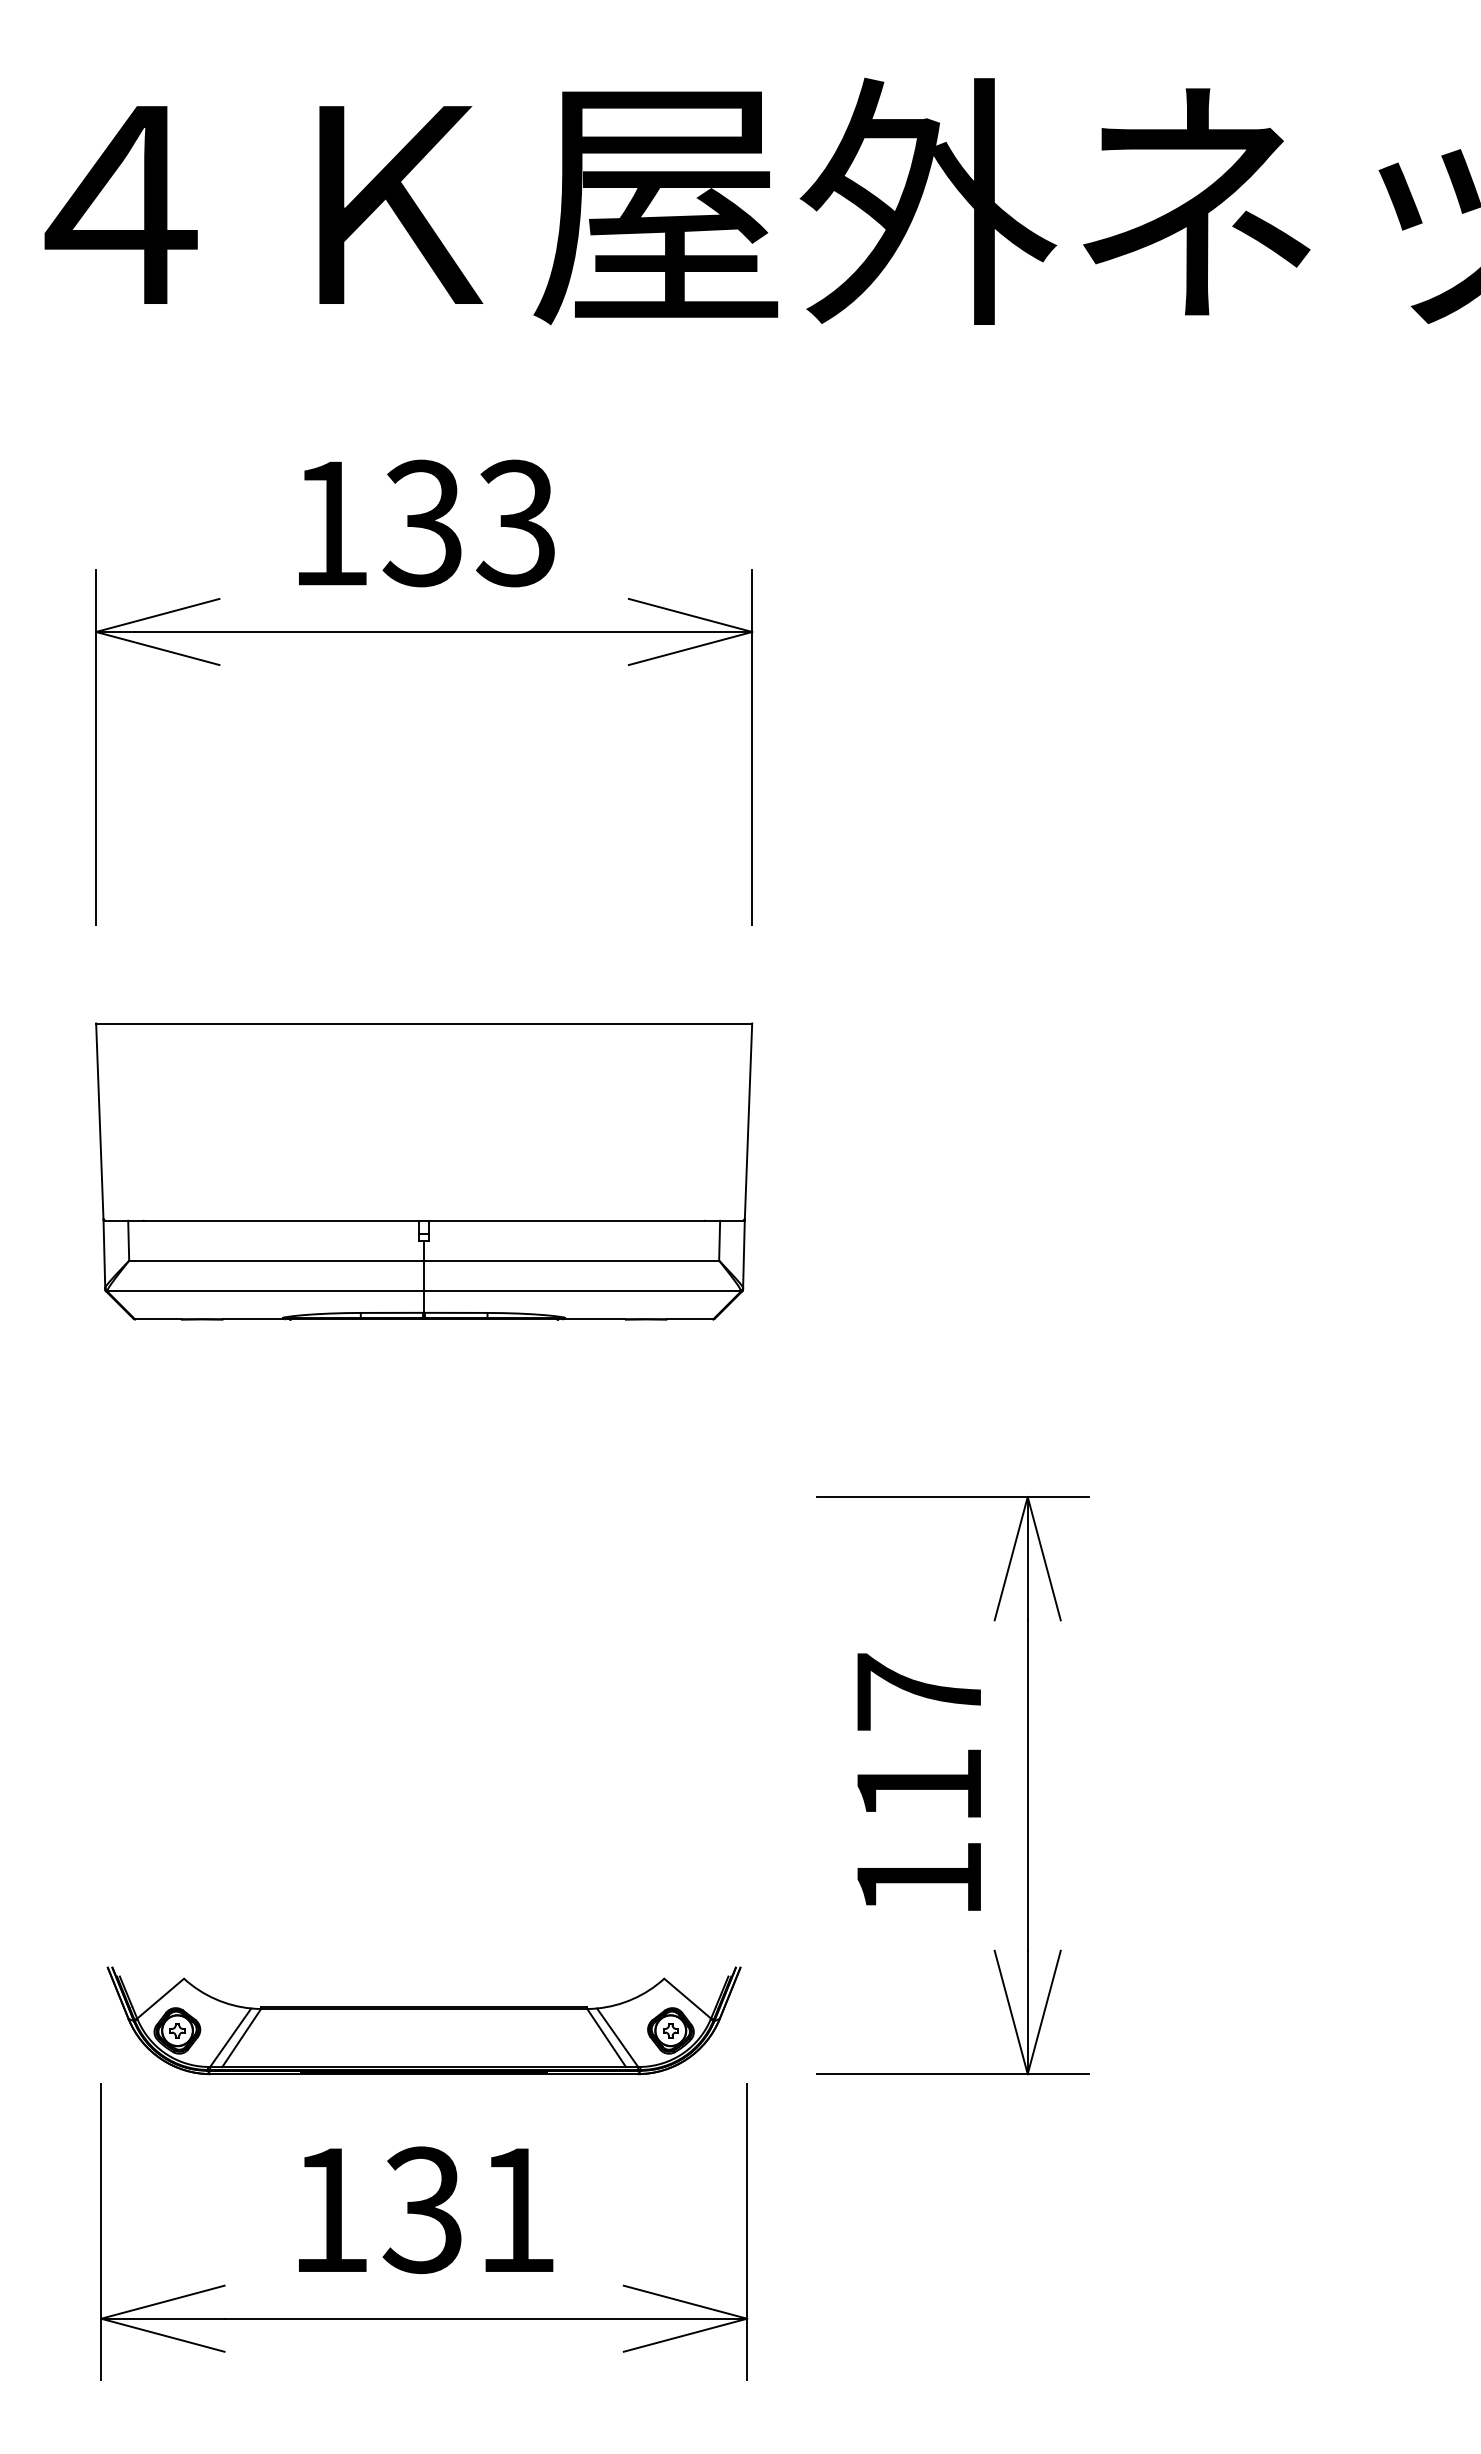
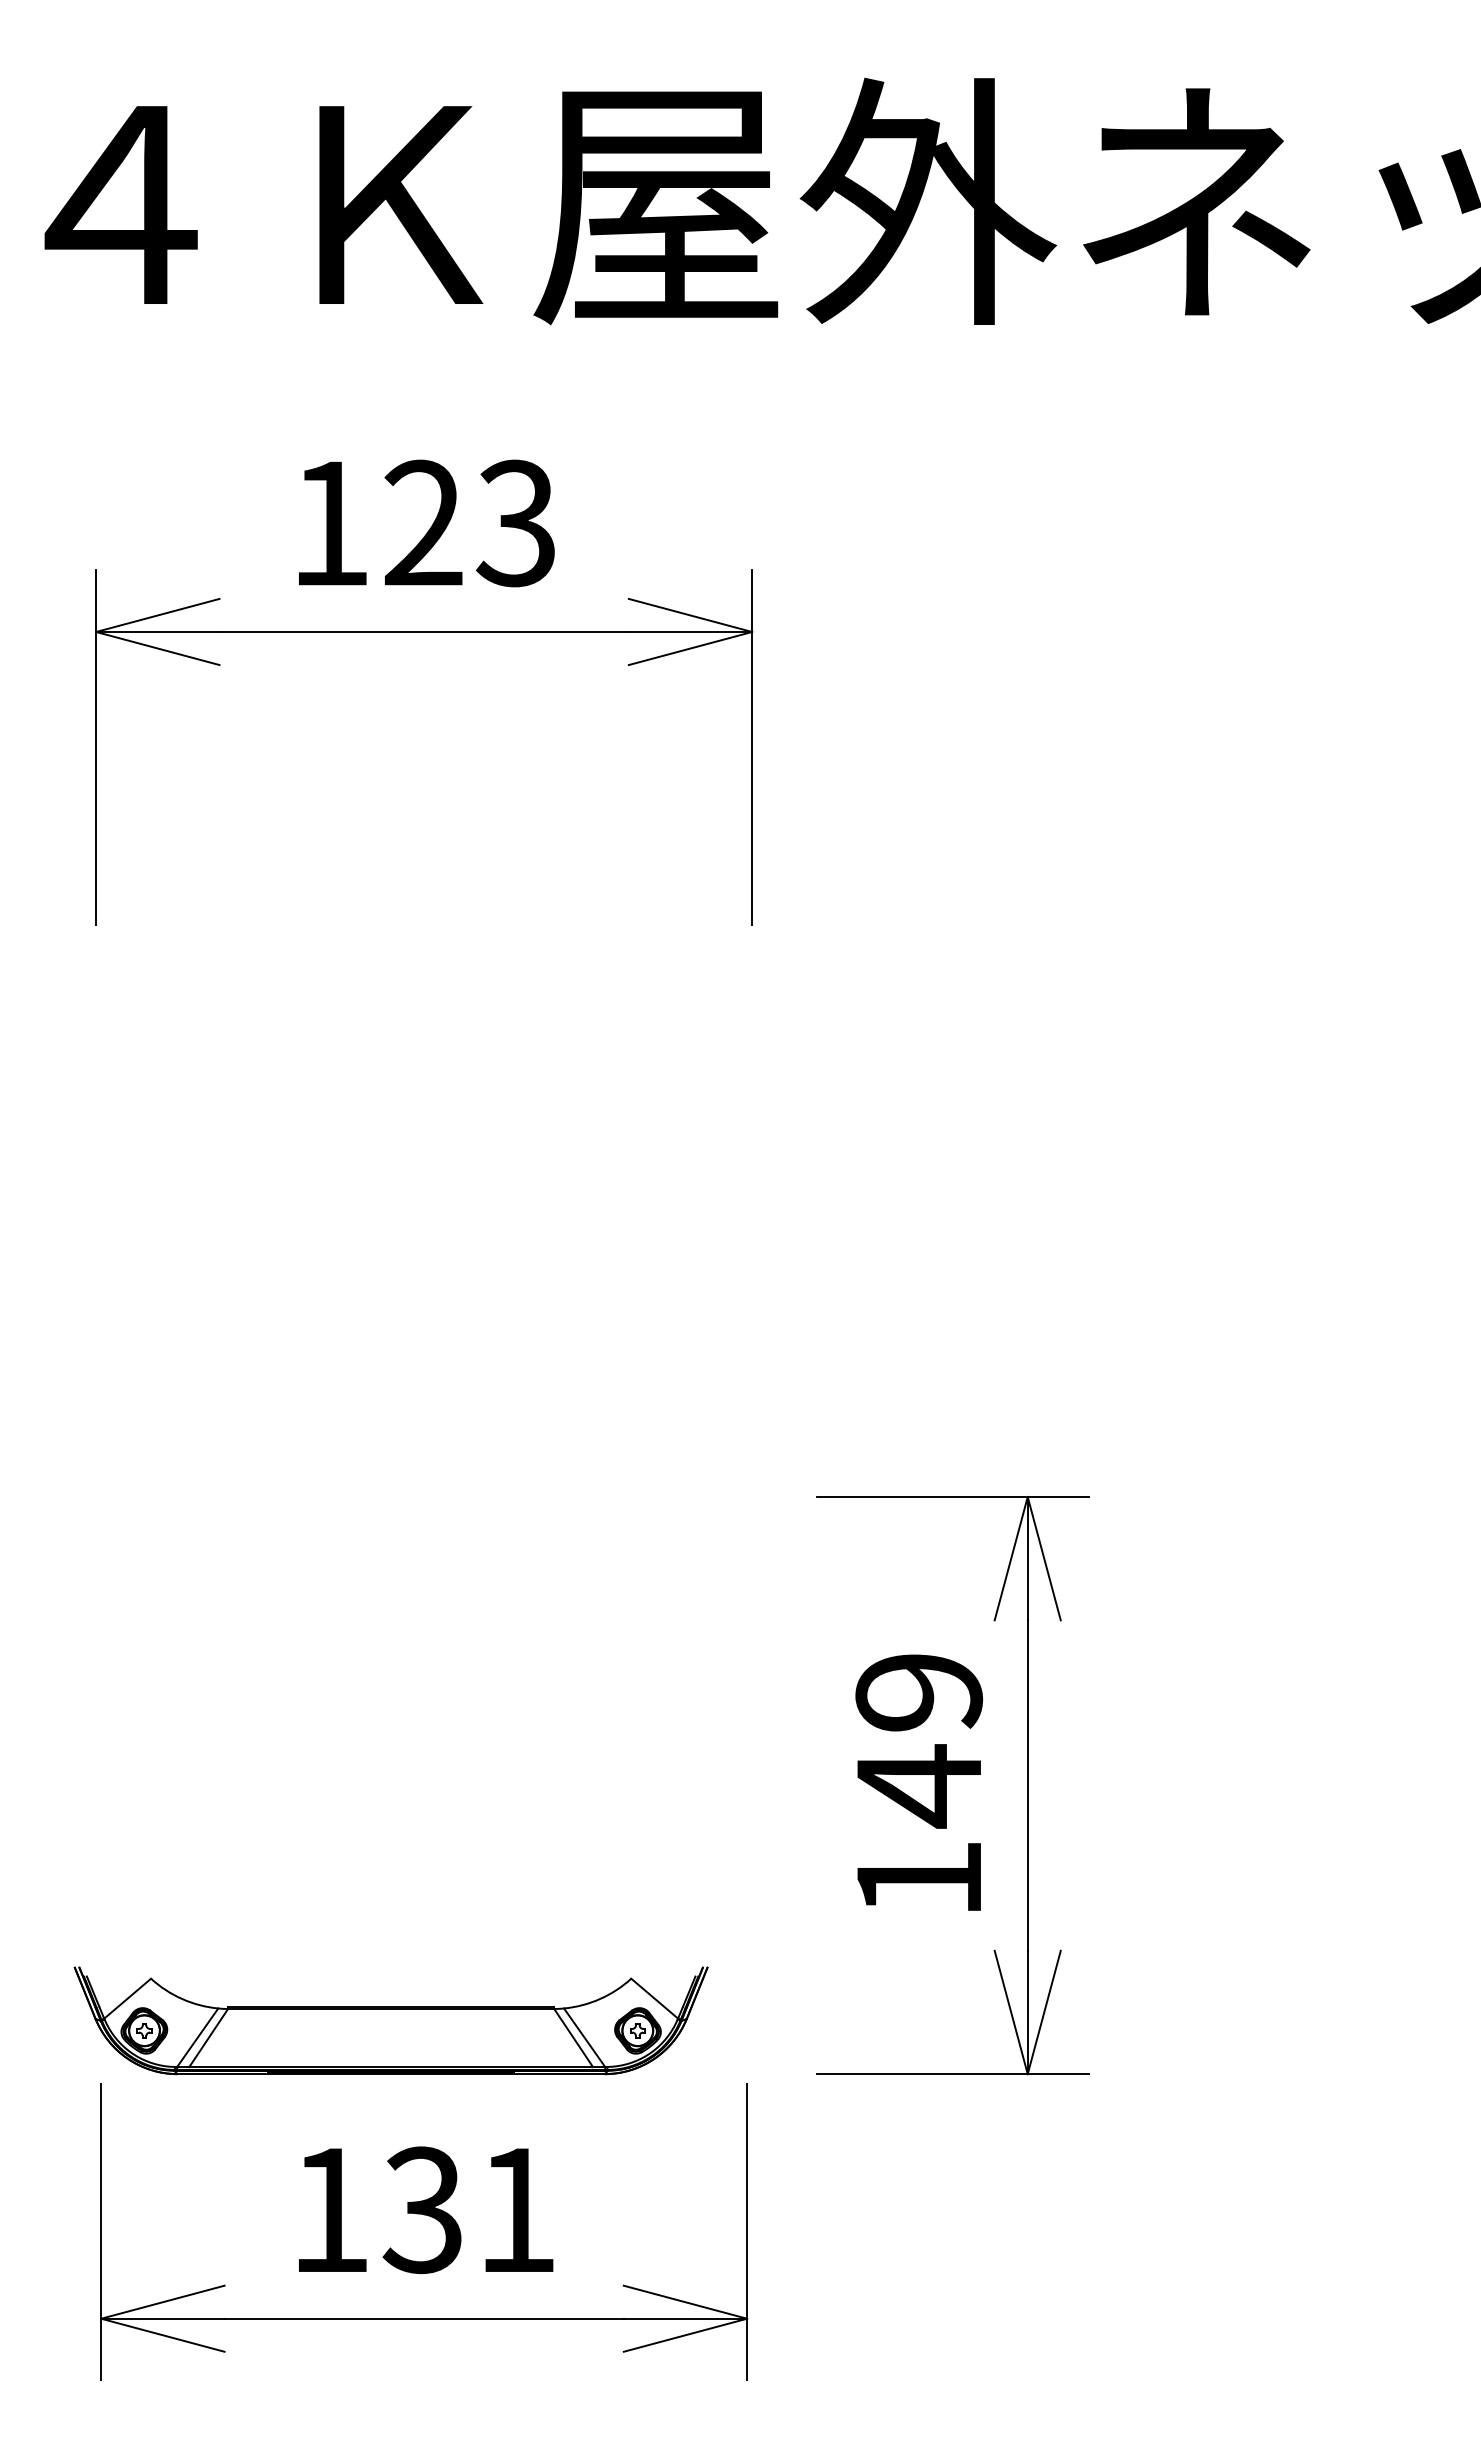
text at (422, 523): 133 -> 123
part at (424, 1171): present -> none
text at (919, 1740): 117 -> 149
part at (423, 2020) position: (423, 2020) -> (390, 2020)
